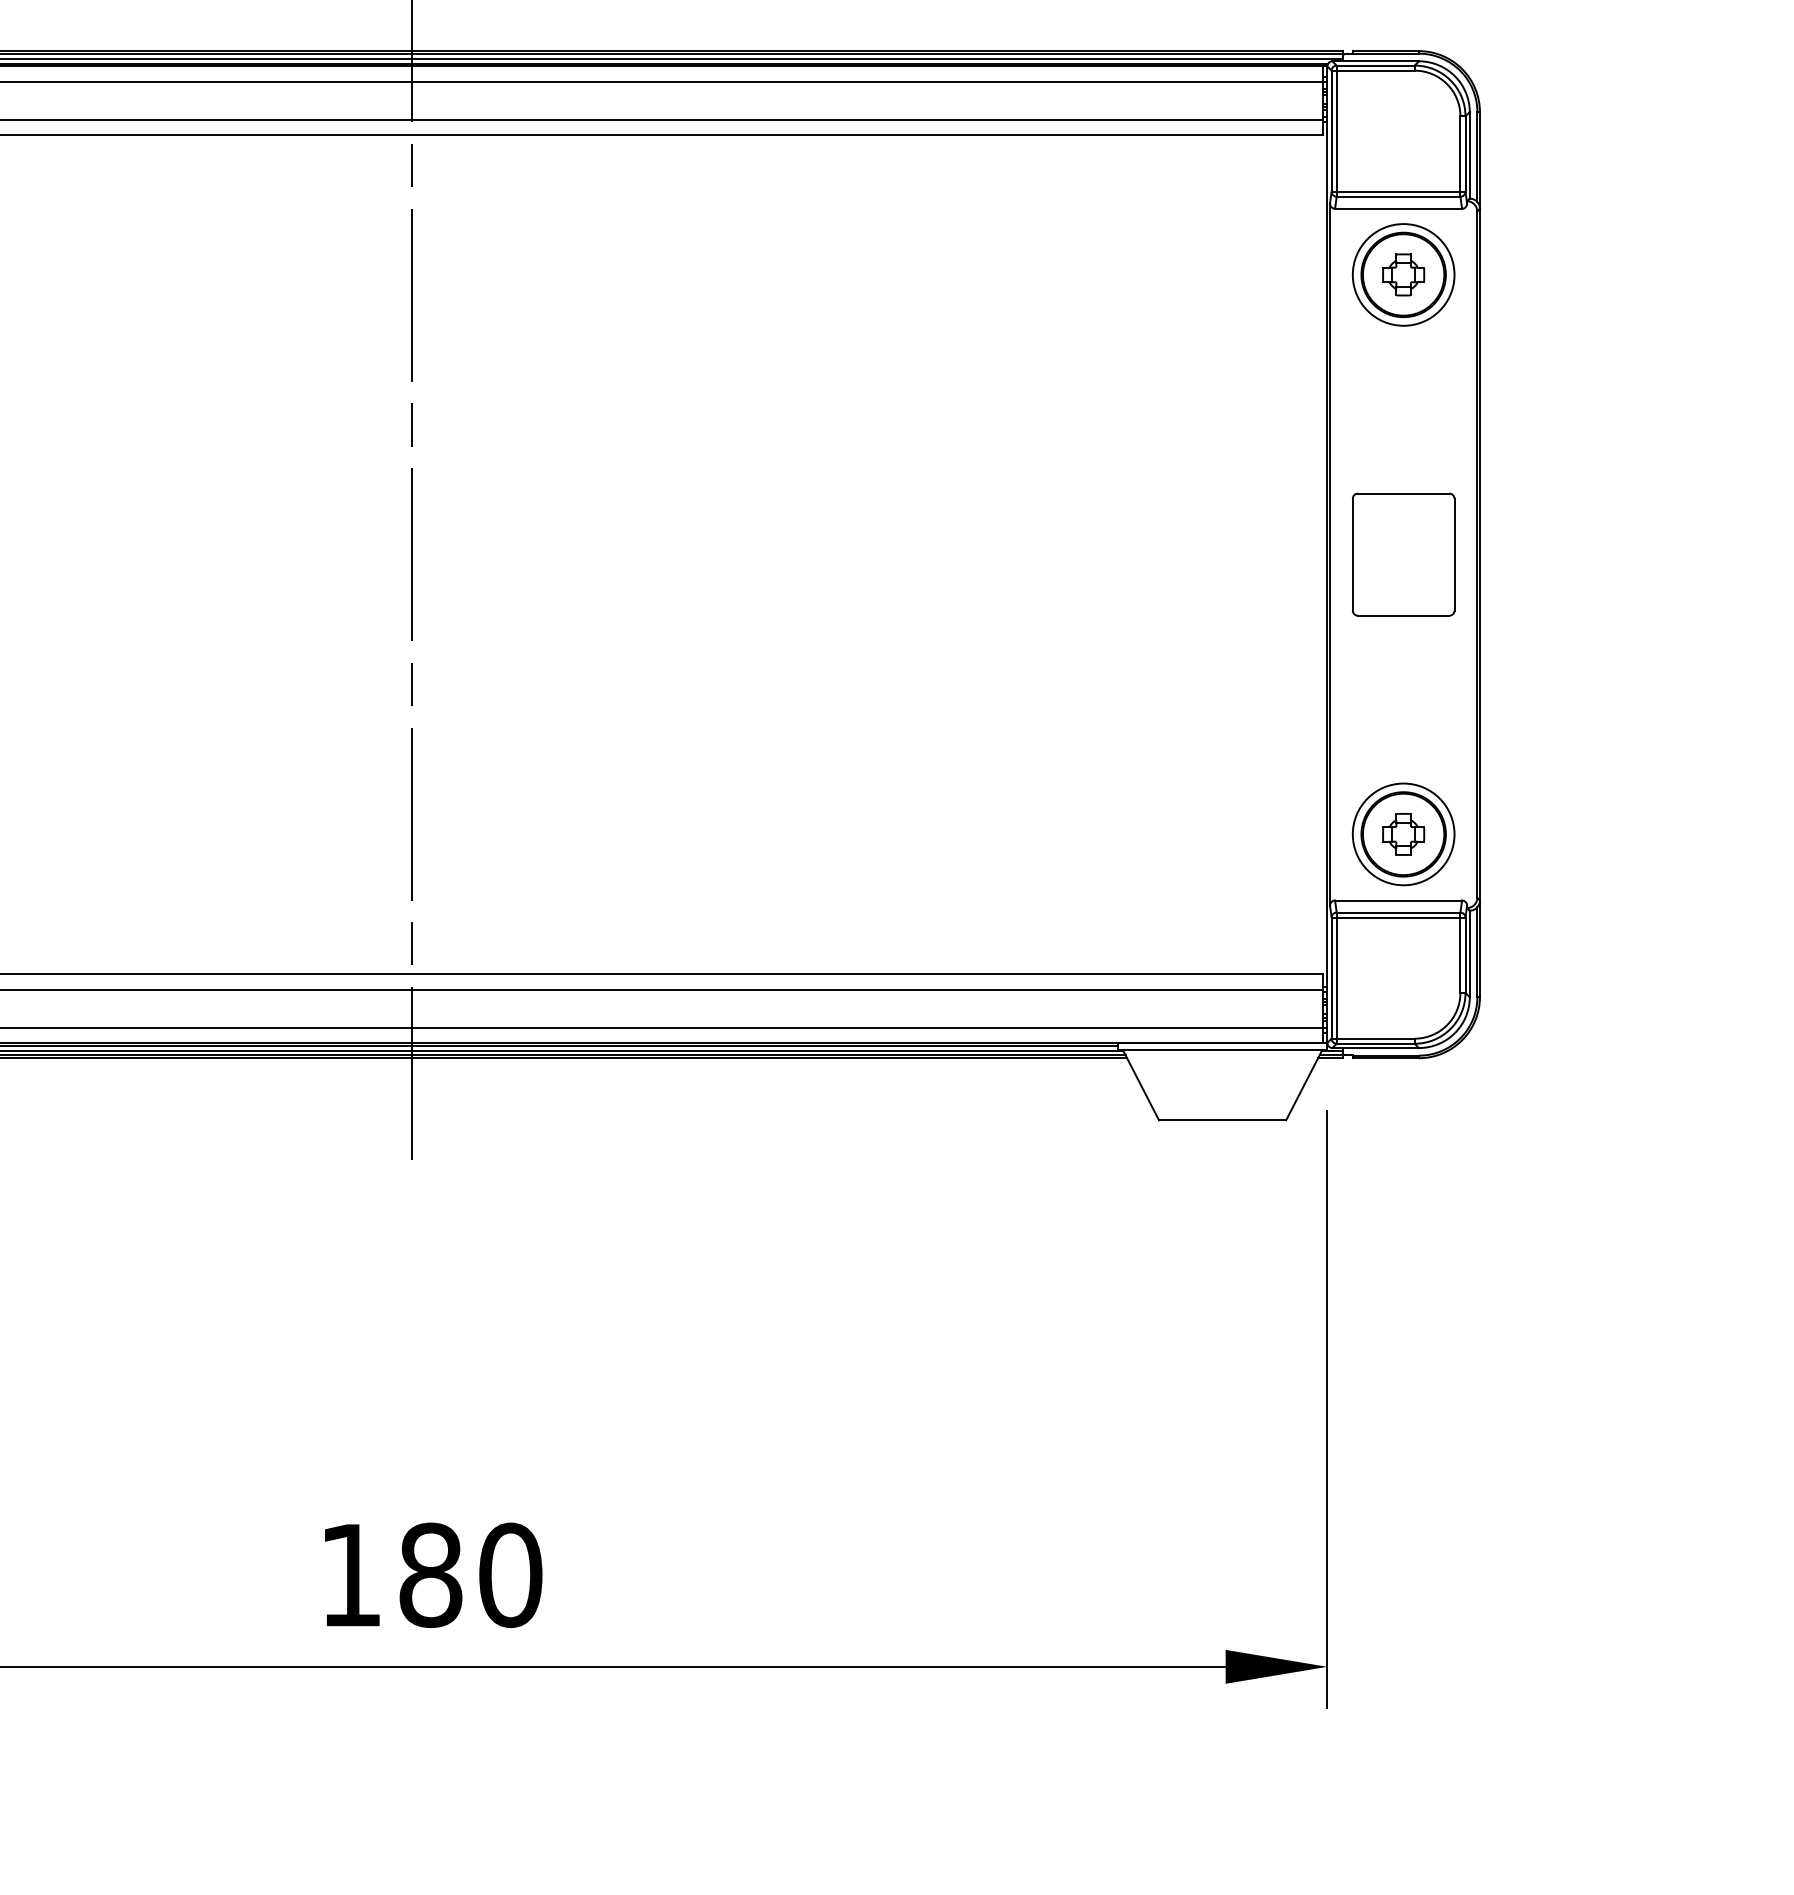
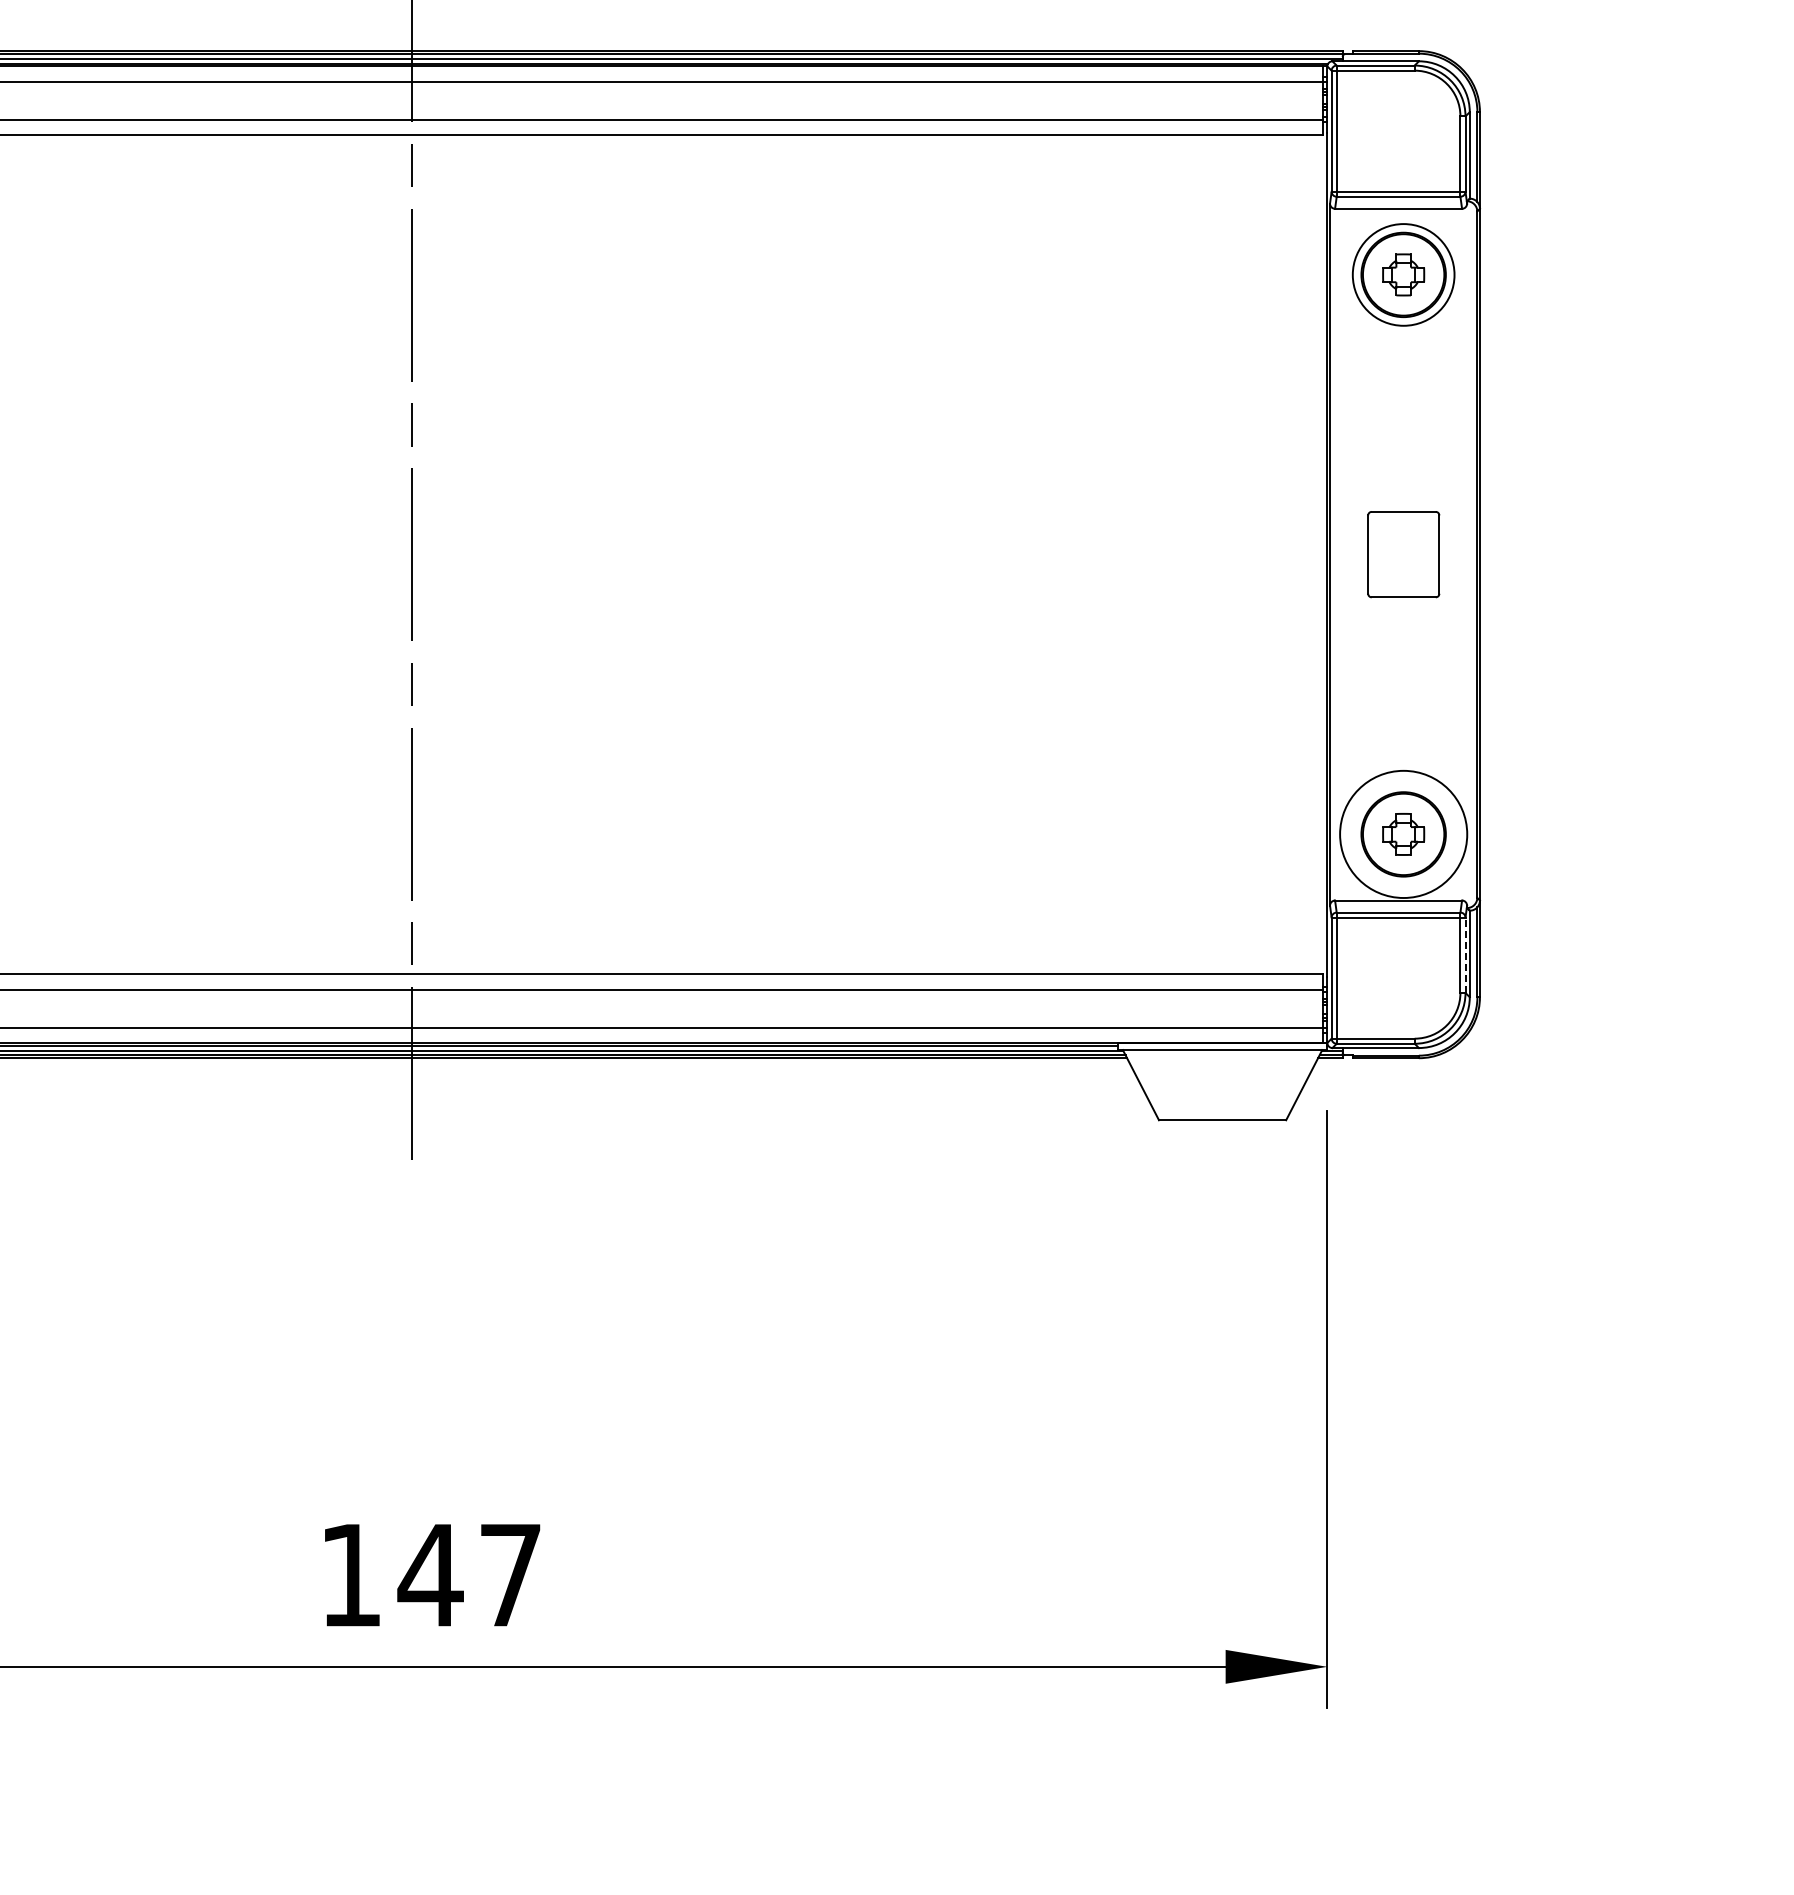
part at (1403, 554) size: 104x125 px -> 74x88 px
circle at (1403, 834) diameter: 102 px -> 127 px
line at (1465, 955): solid -> dashed
text at (469, 1575): 180 -> 147
